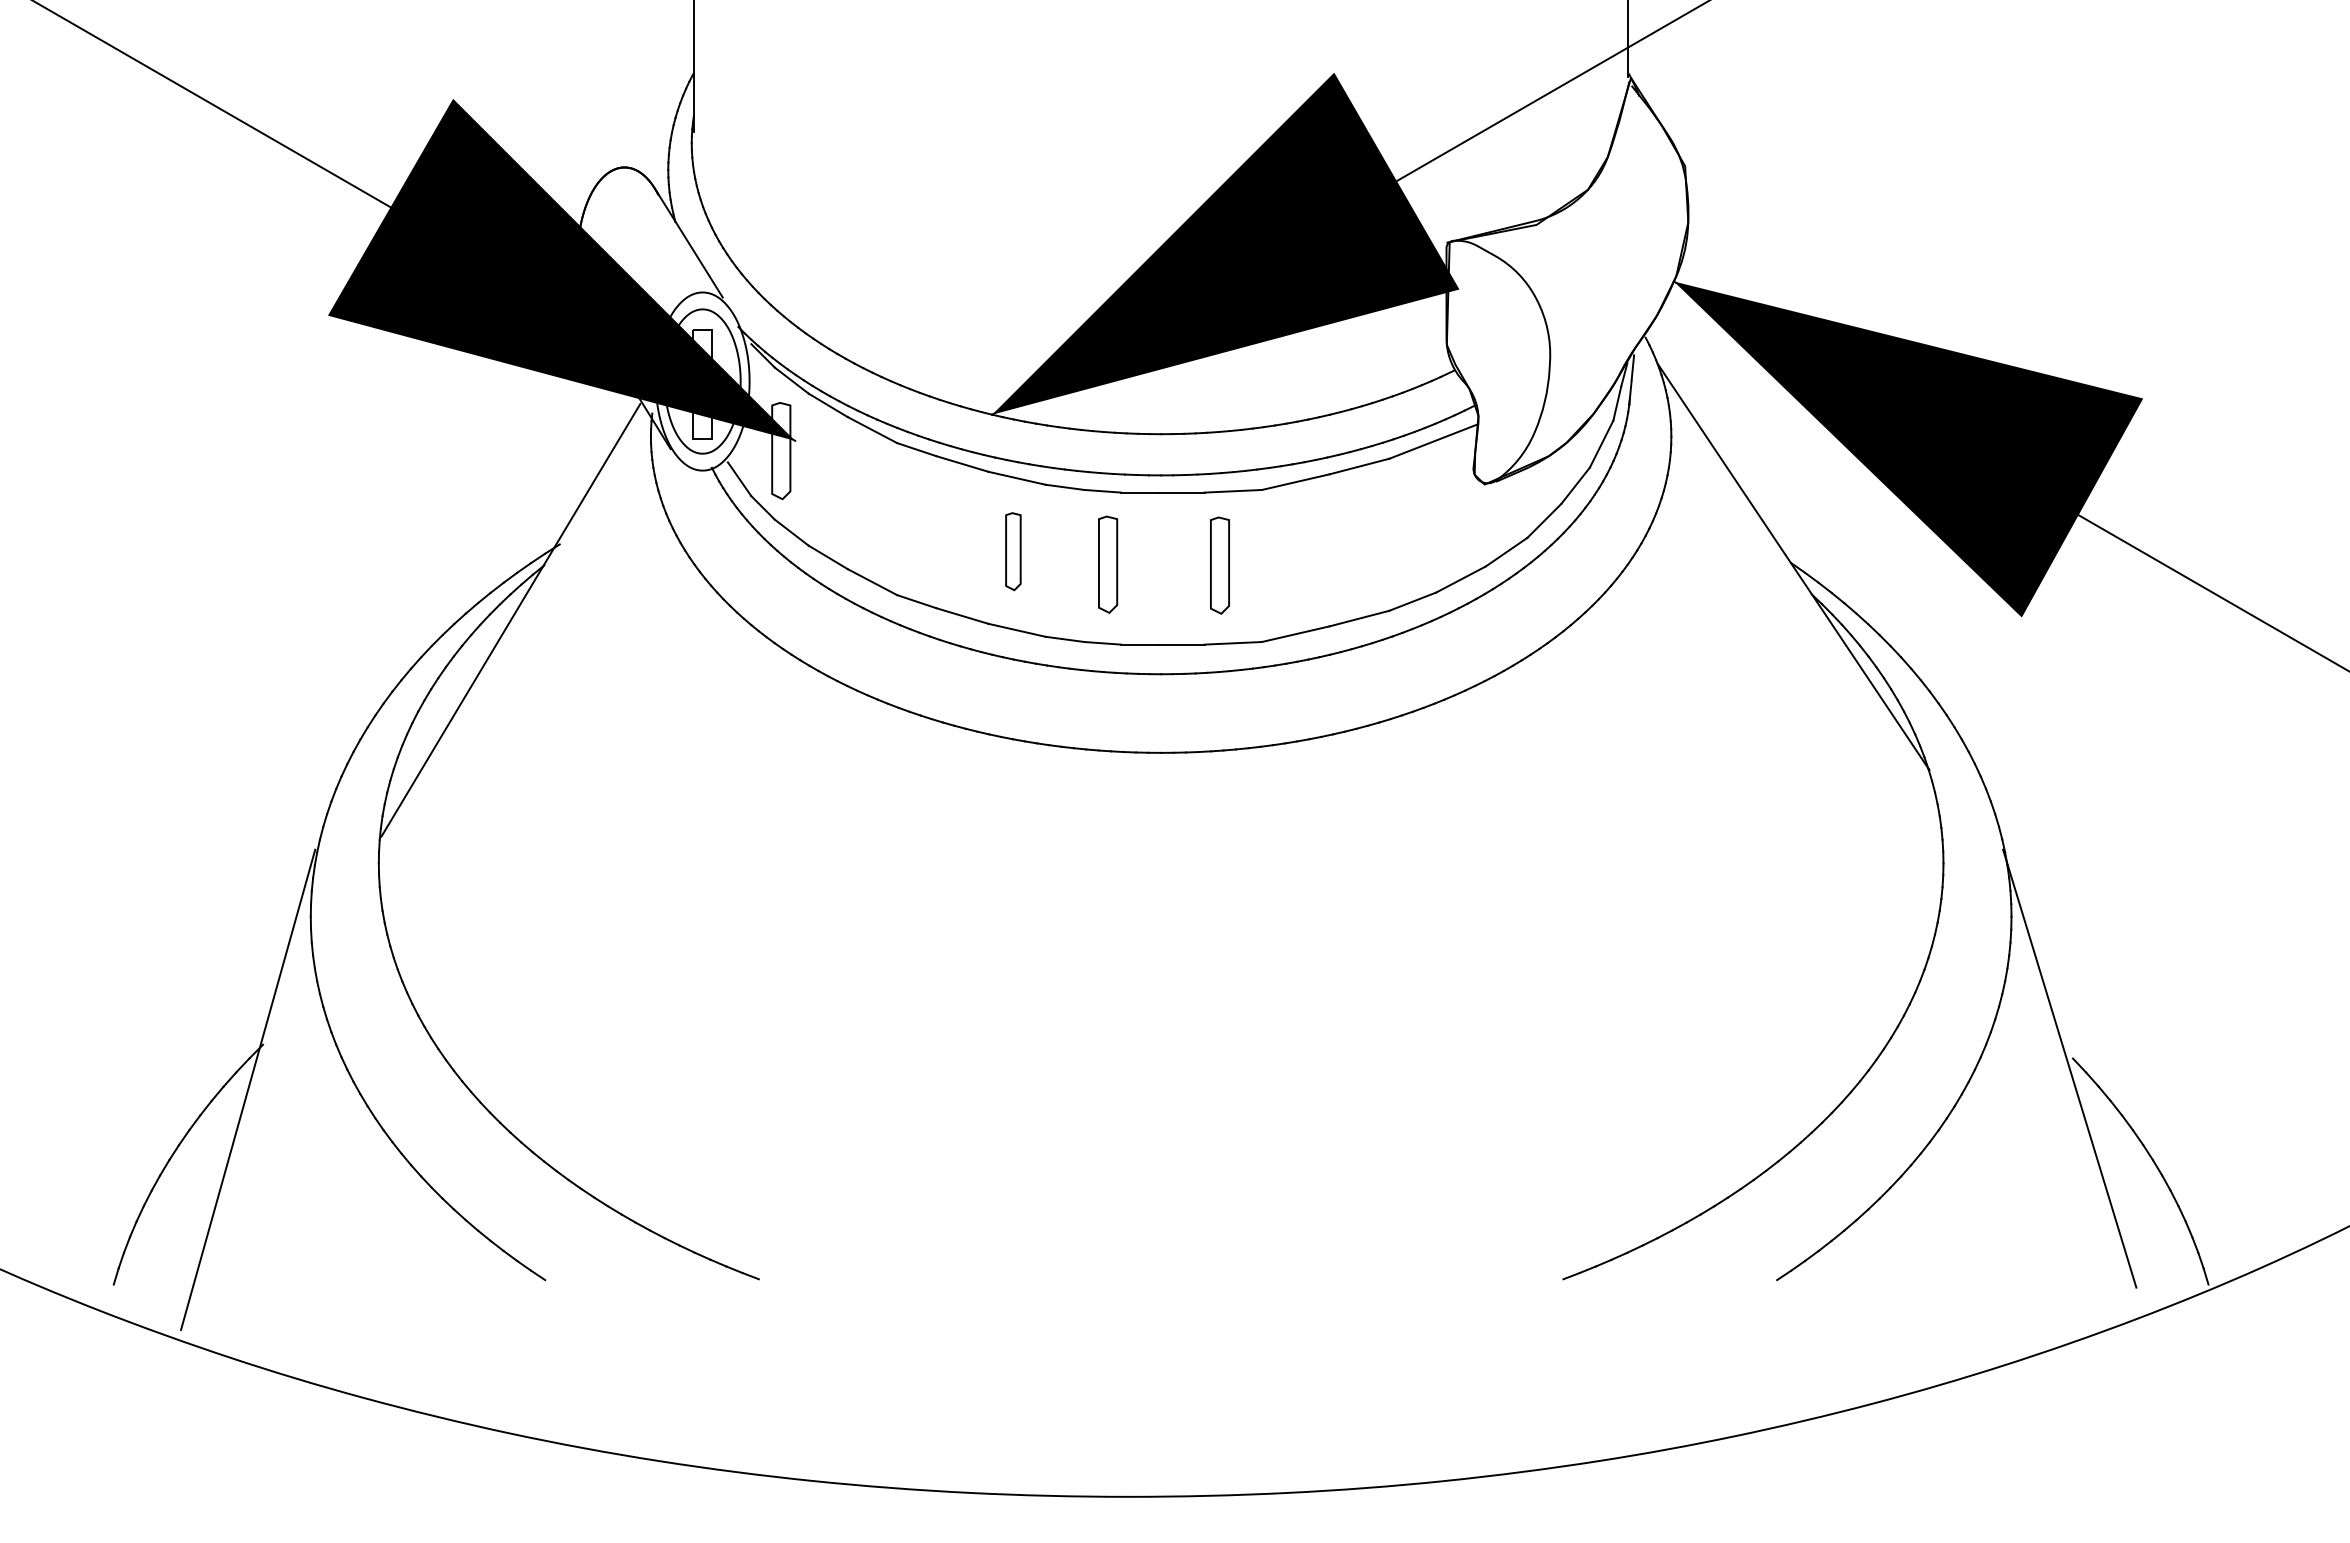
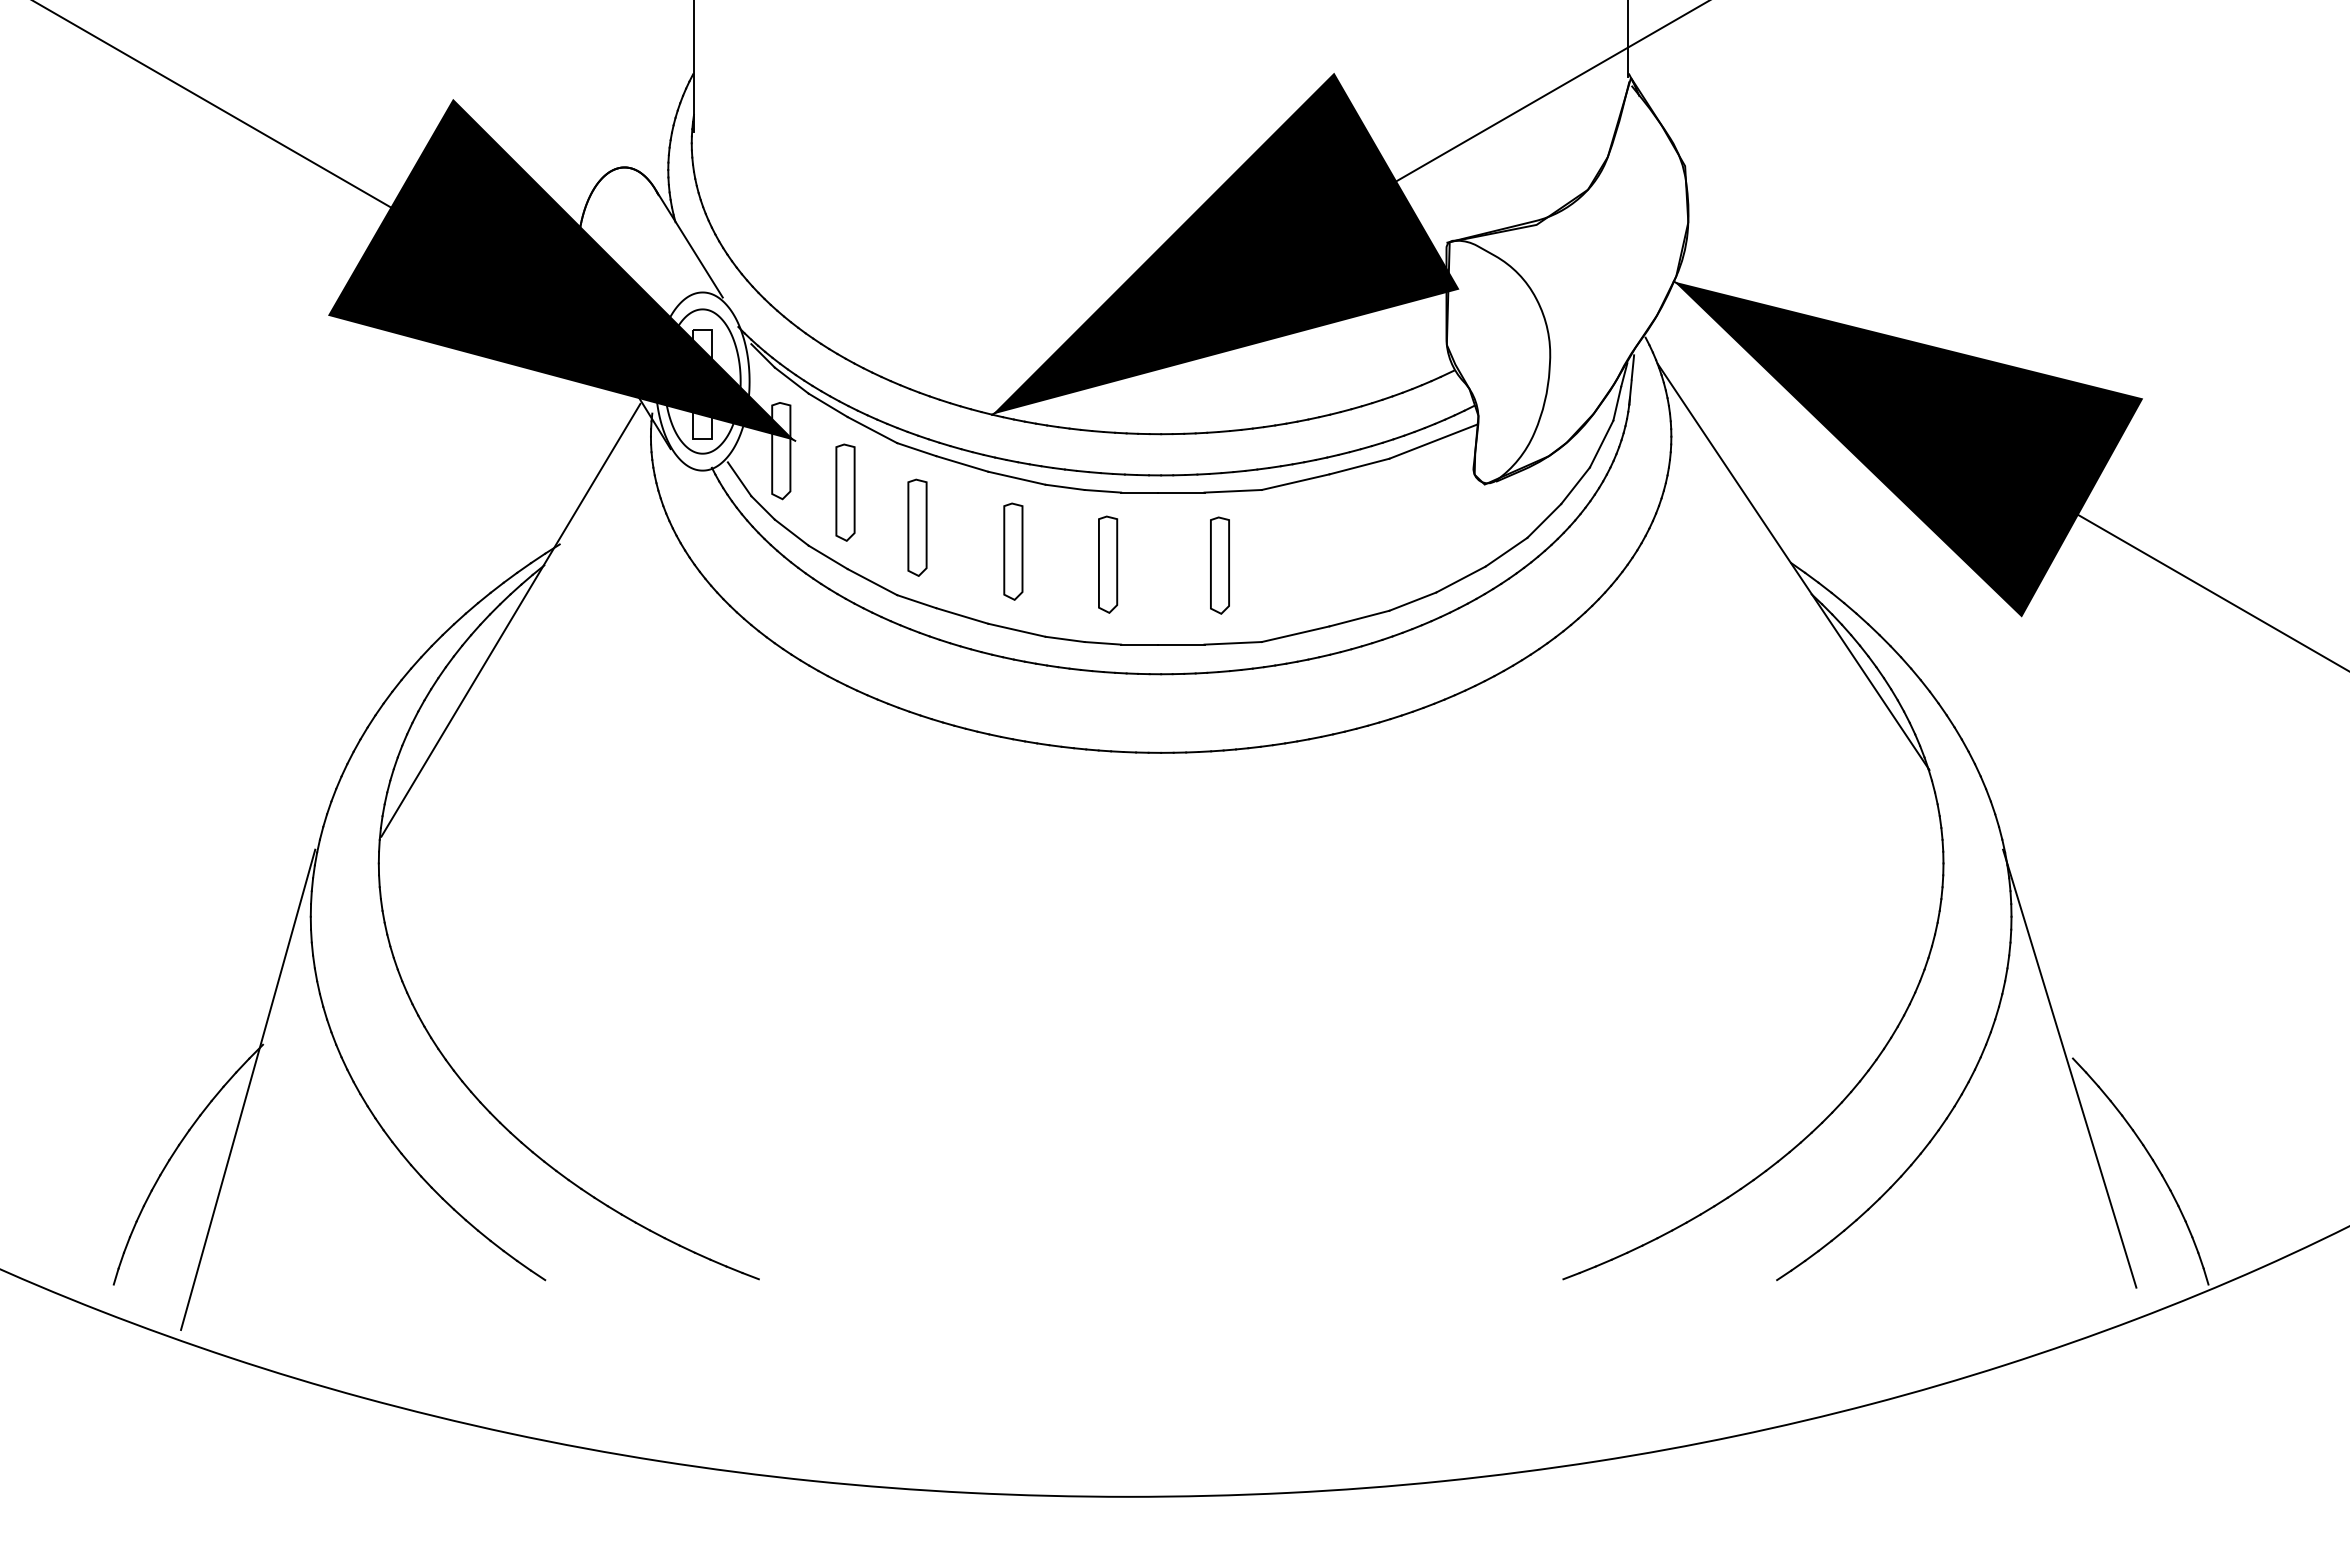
part at (845, 492): none -> present
part at (917, 527): none -> present
part at (1013, 551) size: 17x80 px -> 21x99 px
